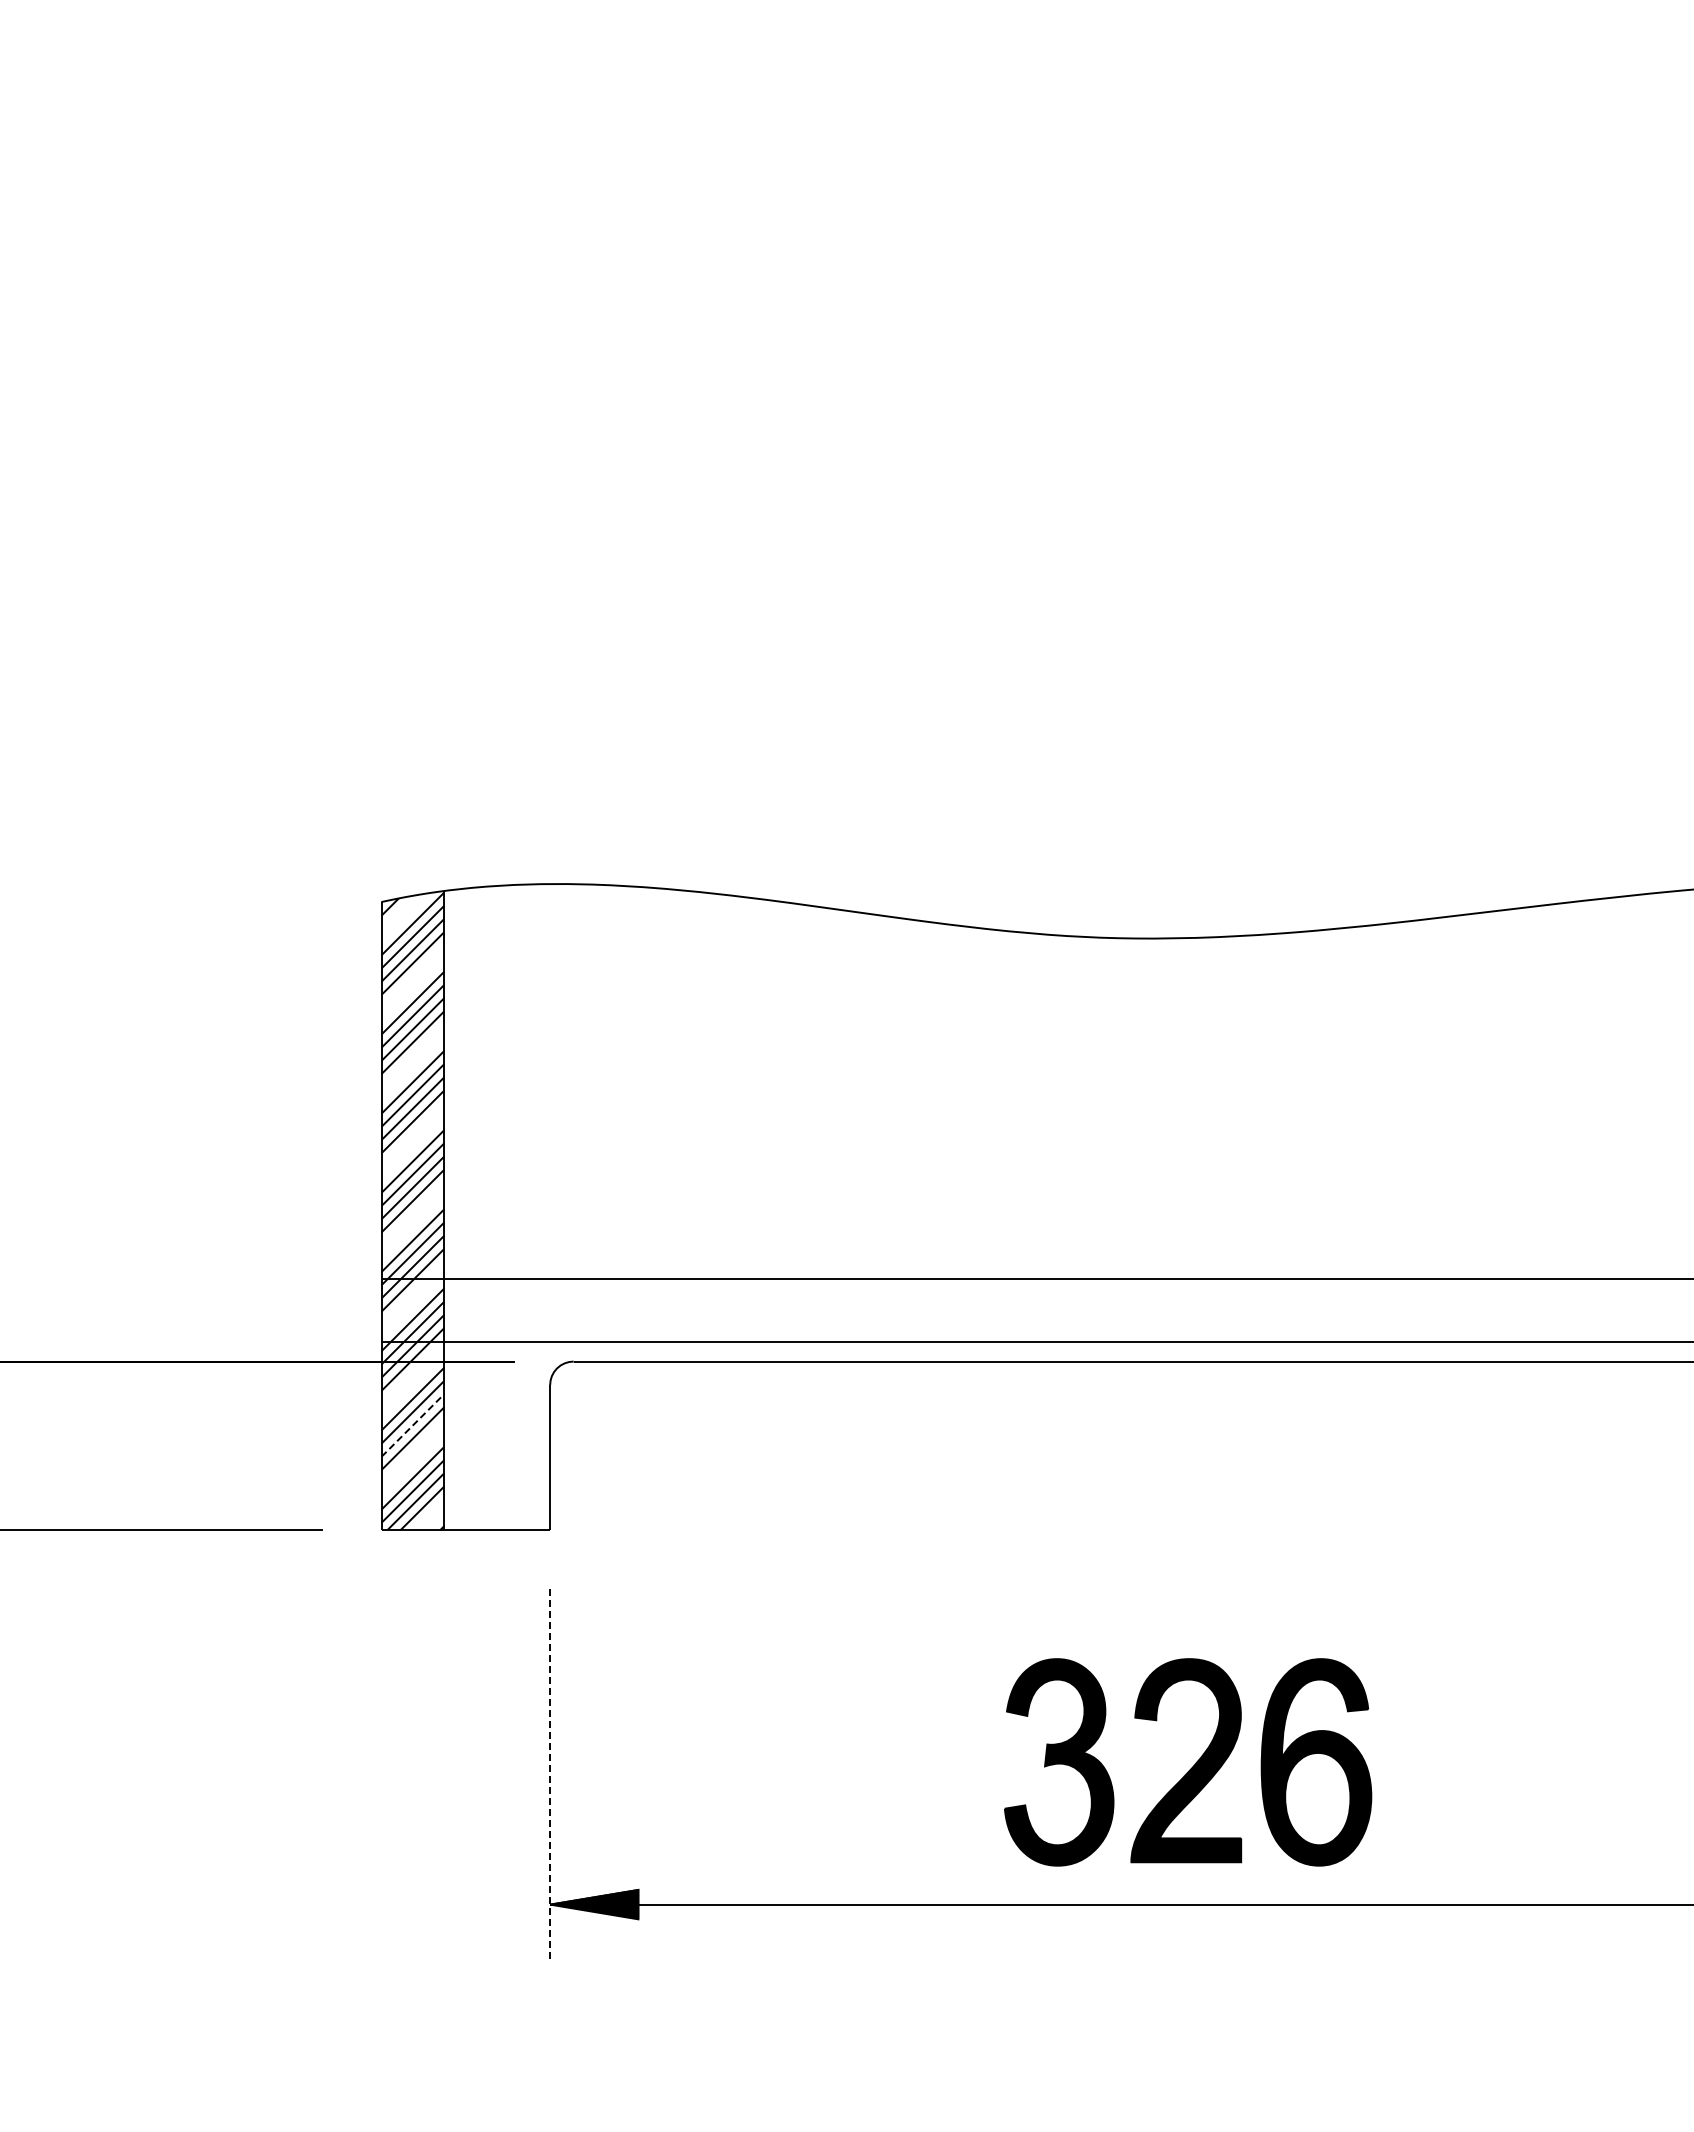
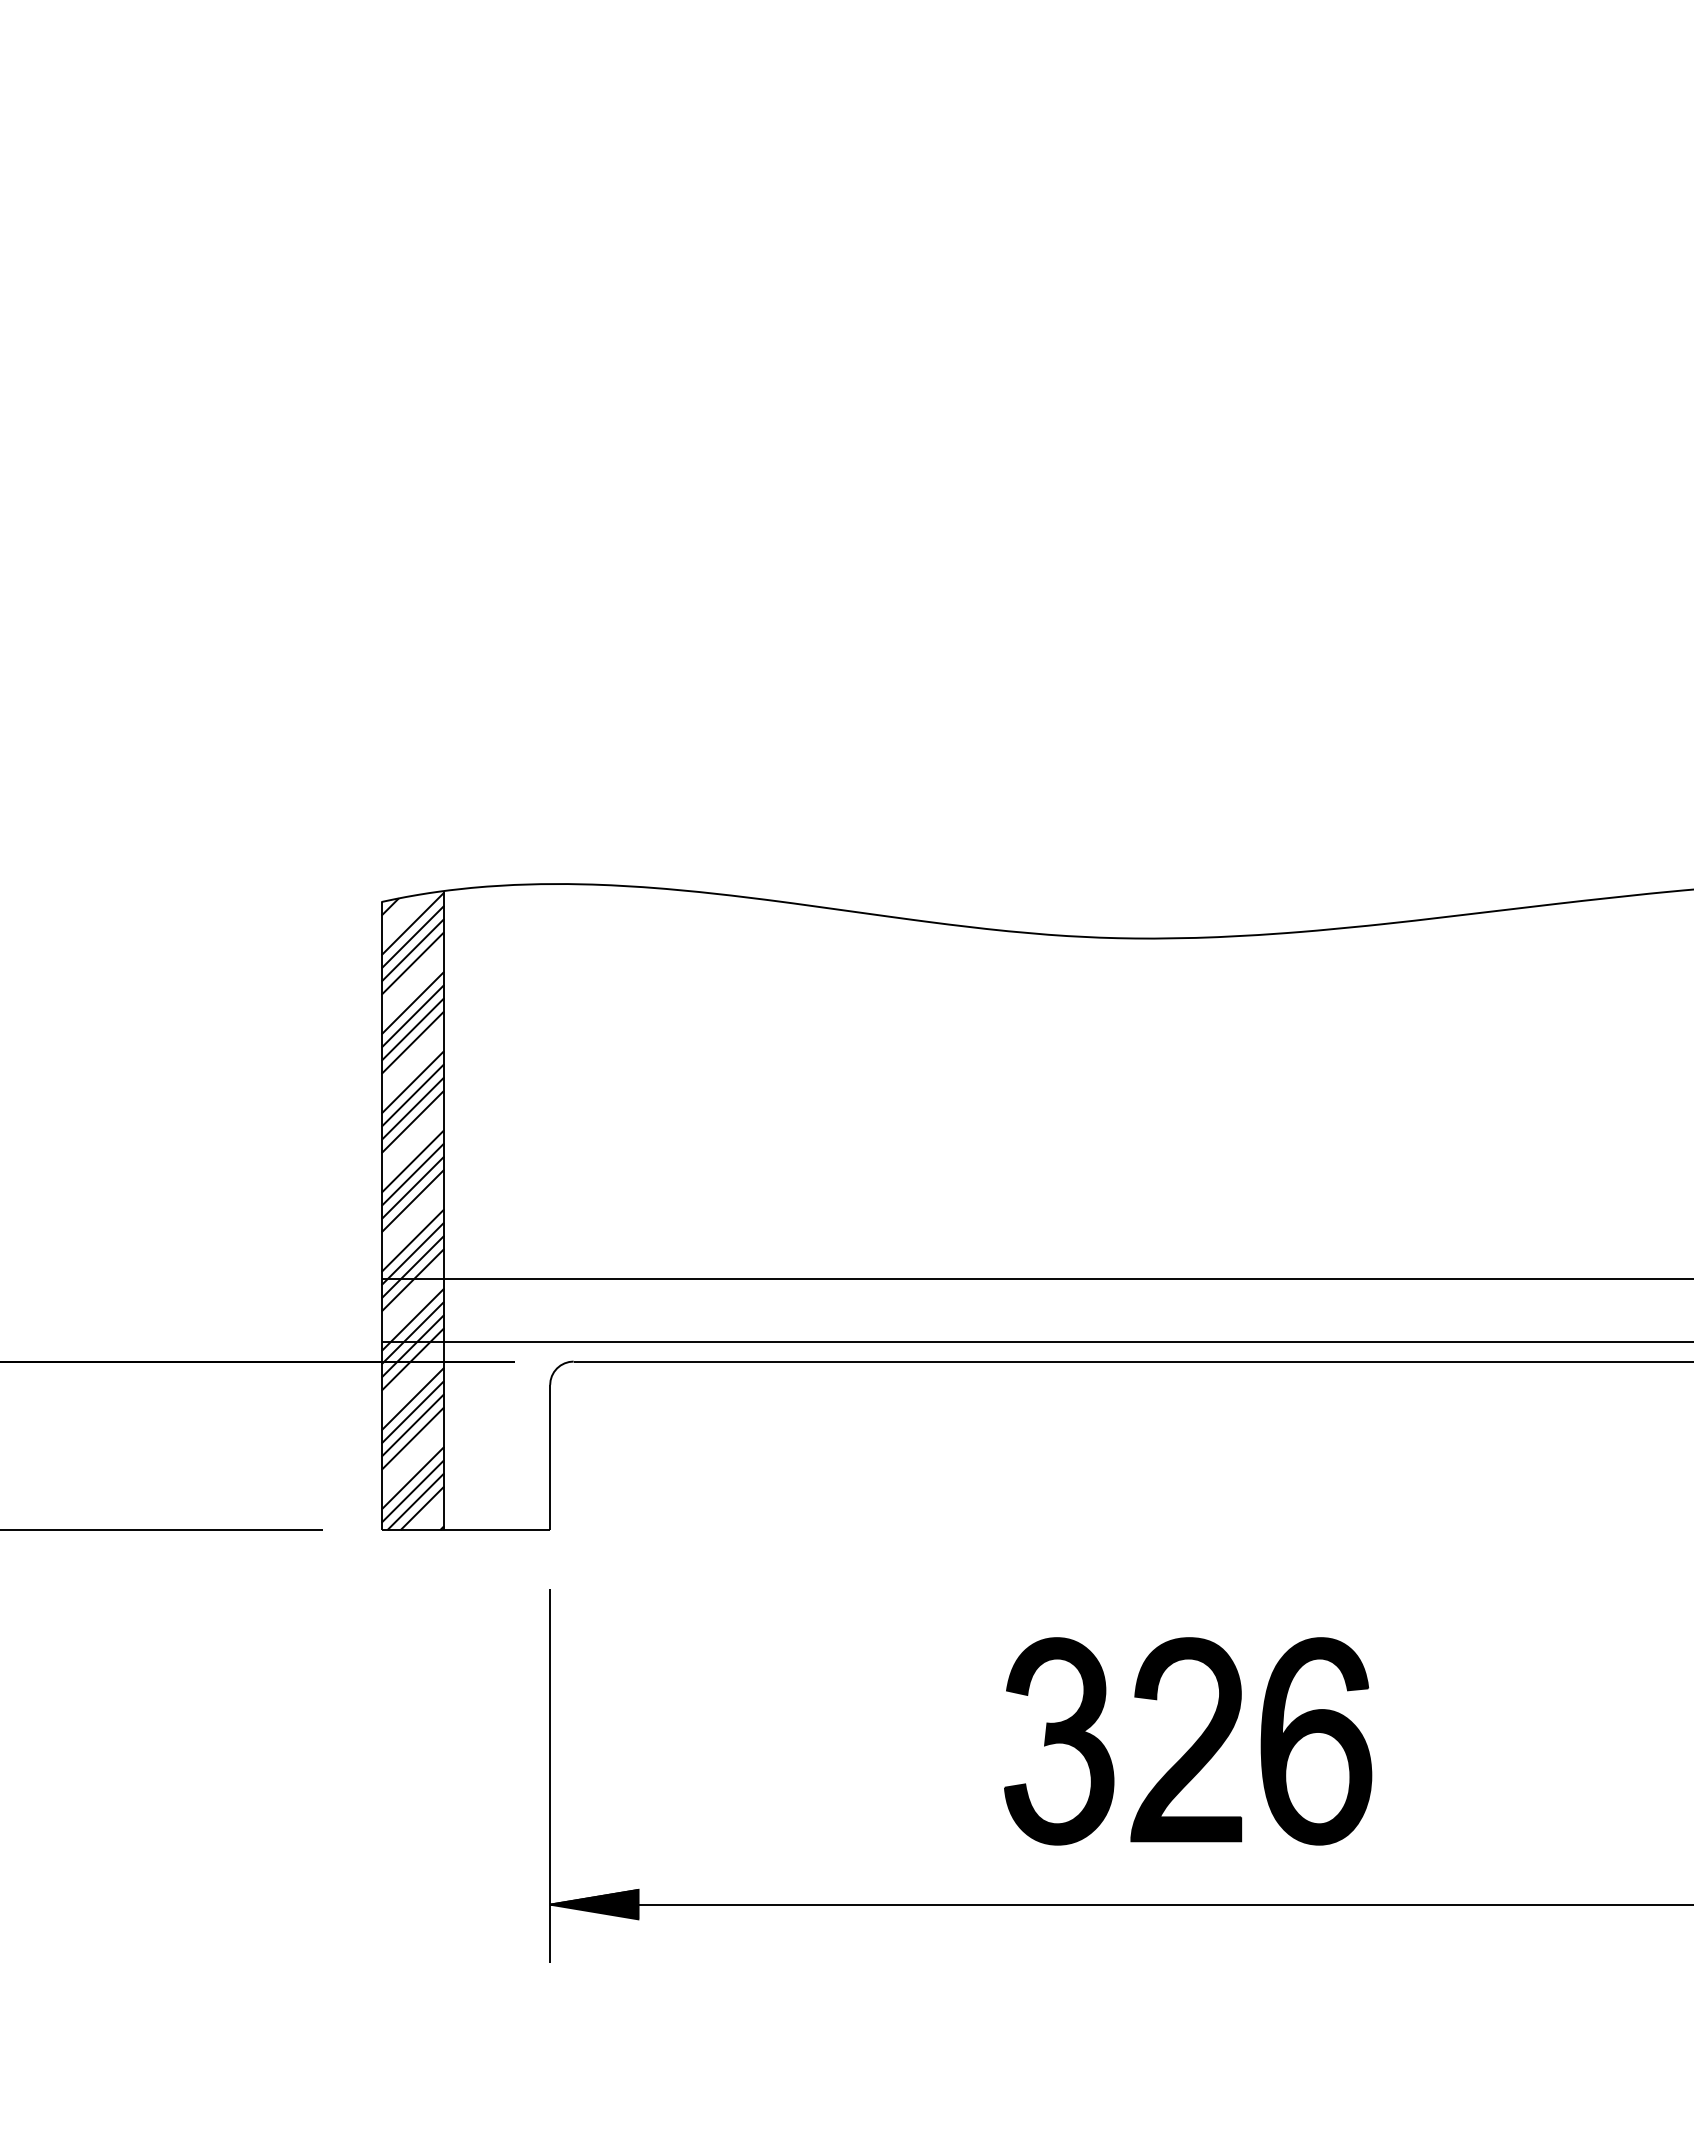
line at (413, 1425): dashed -> solid
part at (1188, 1762) position: (1188, 1762) -> (1188, 1741)
line at (550, 1776): dashed -> solid
